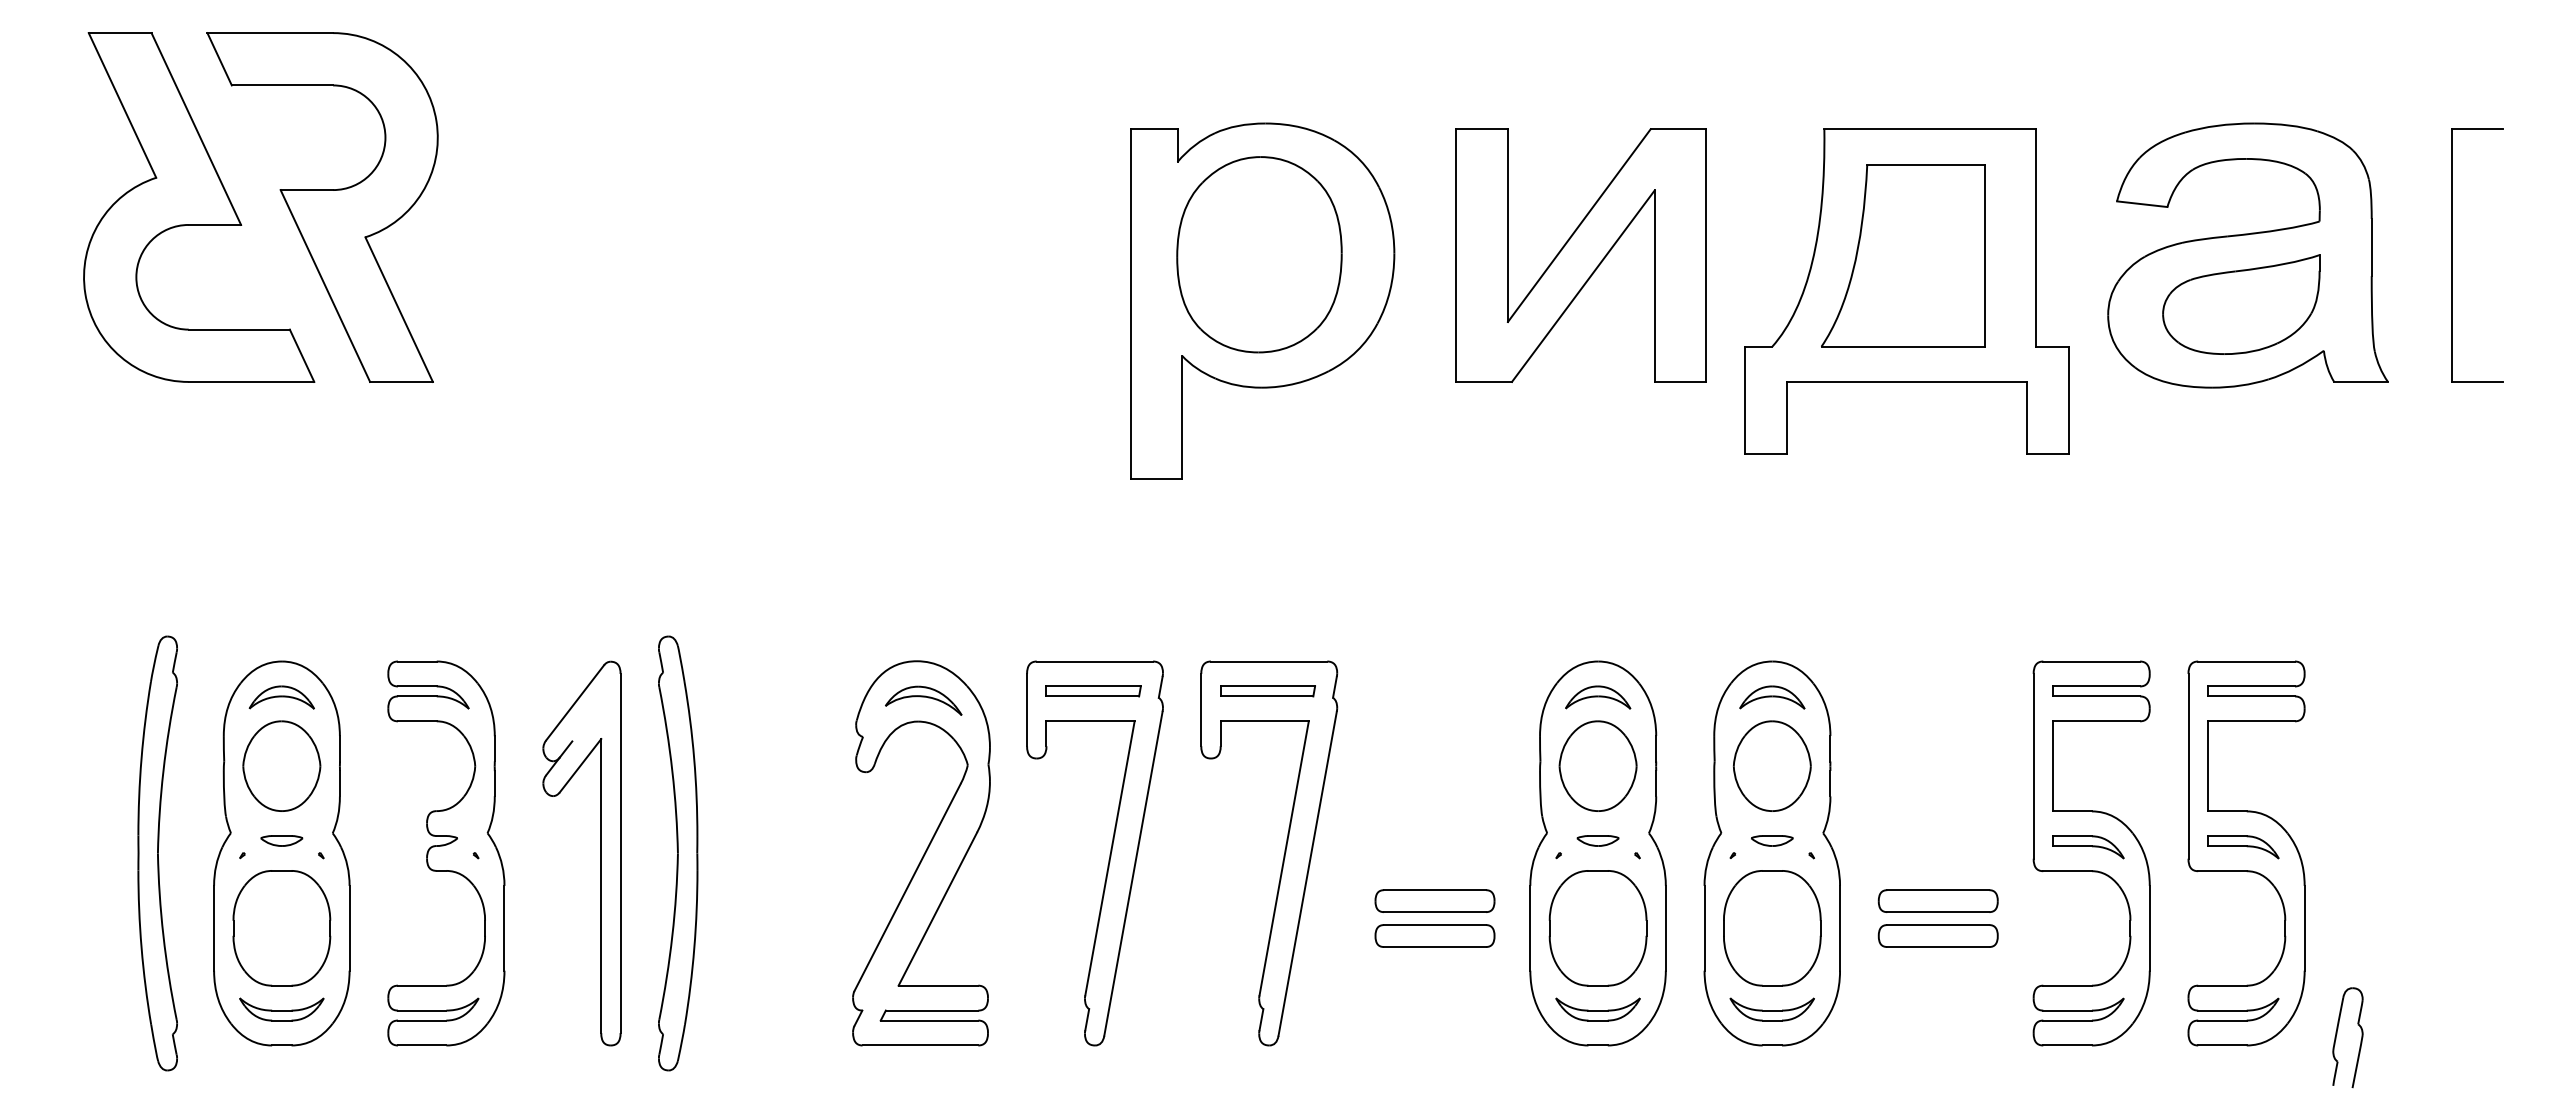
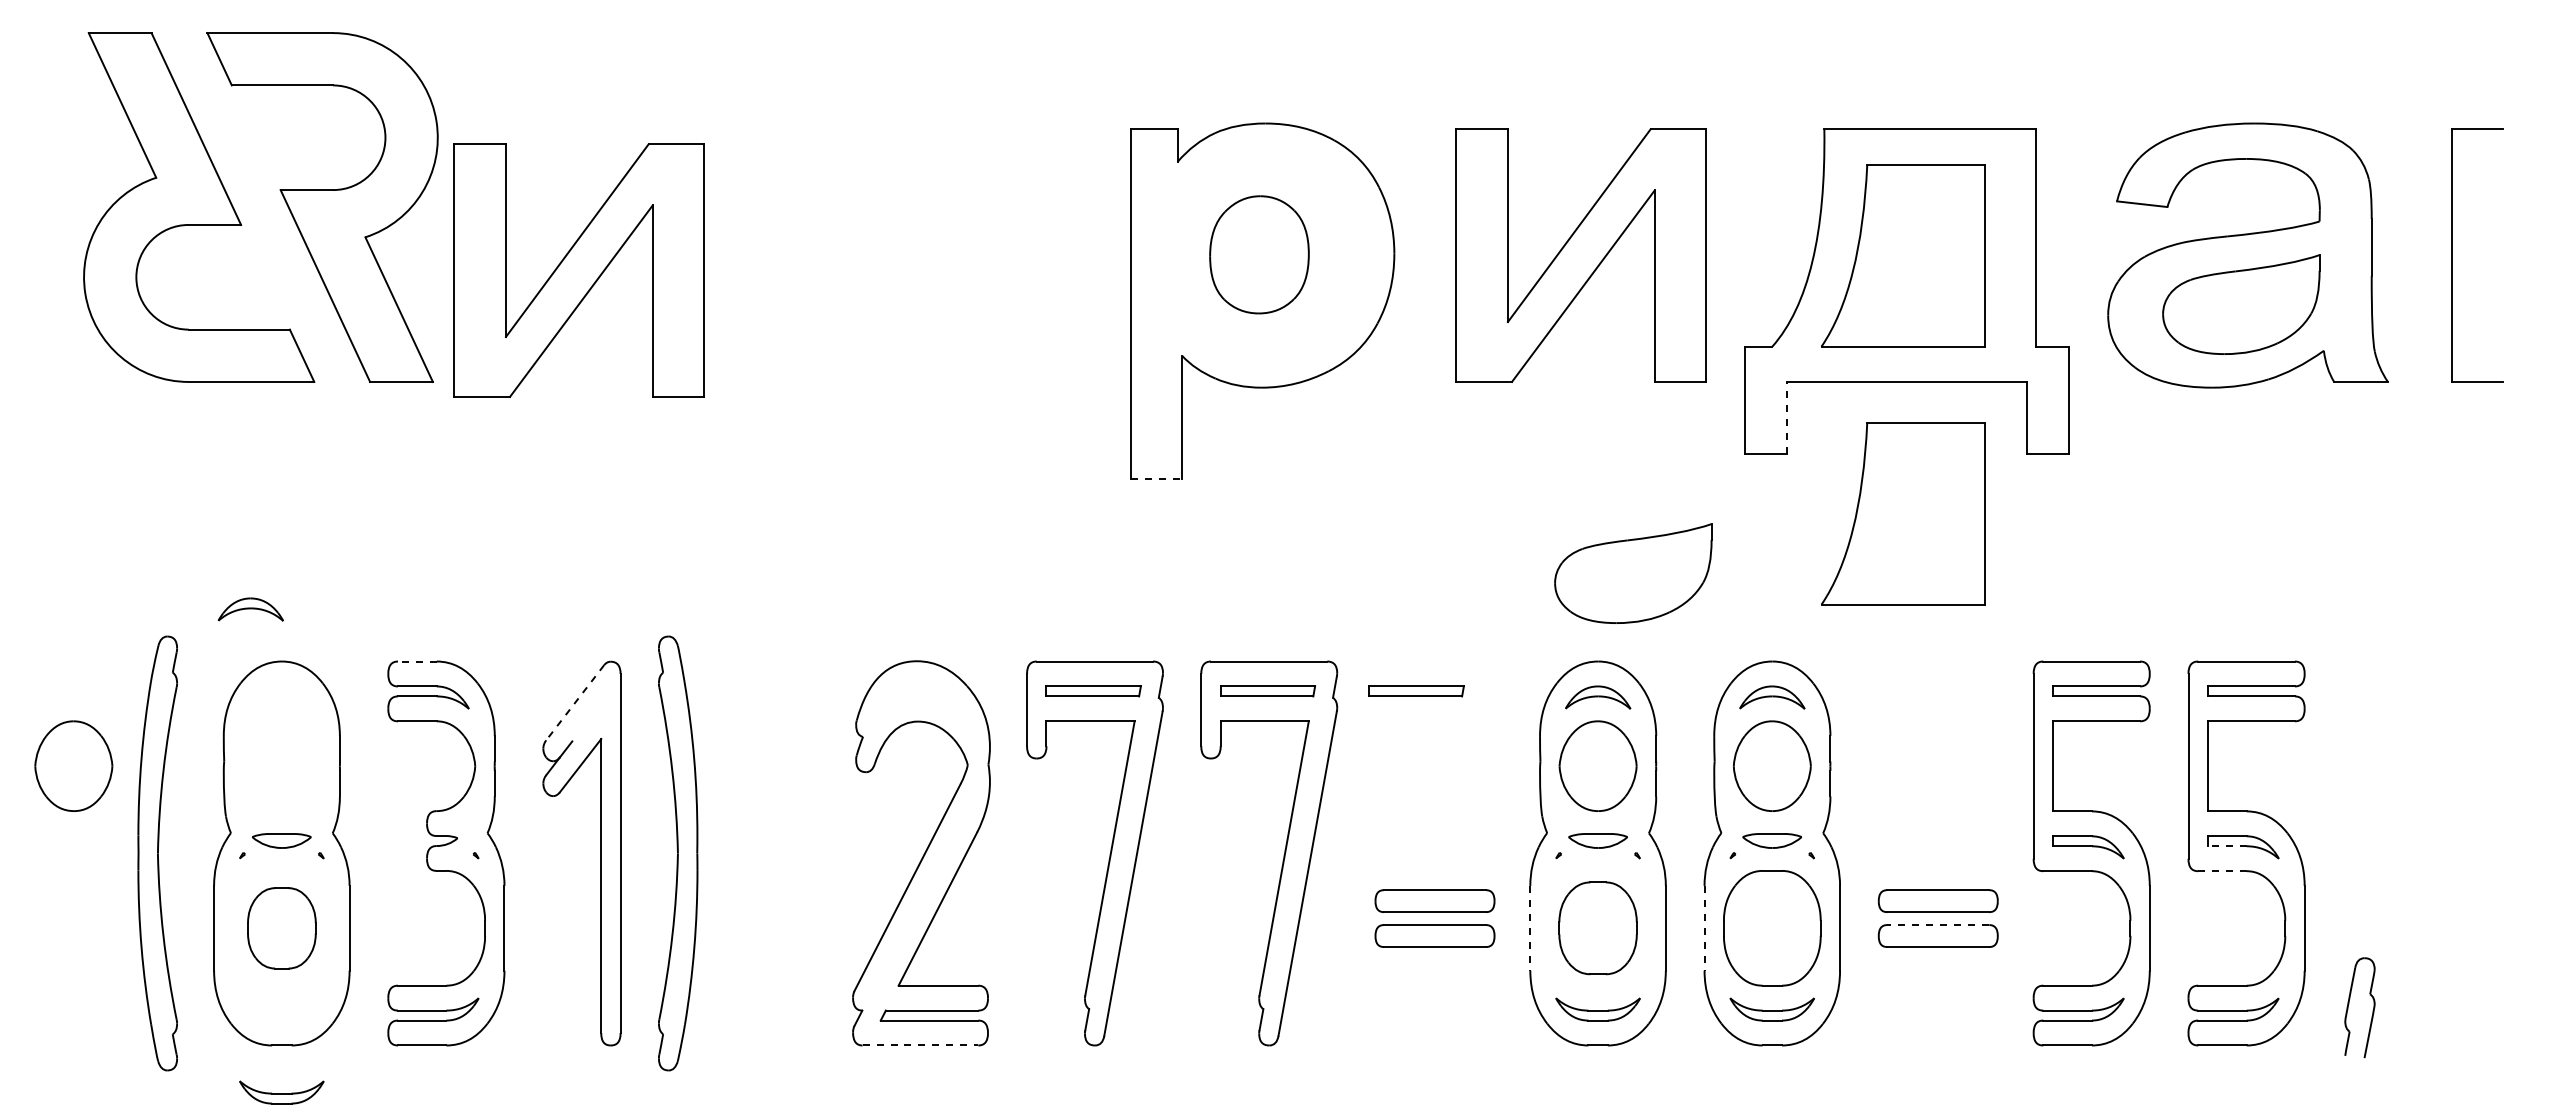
part at (1259, 254) size: 167x198 px -> 101x120 px
part at (578, 270): none -> present
line at (1787, 417): solid -> dashed
line at (1156, 478): solid -> dashed
part at (1903, 513): none -> present
part at (1633, 573): none -> present
line at (416, 661): solid -> dashed
part at (1416, 691): none -> present
part at (281, 697) position: (281, 697) -> (250, 609)
part at (923, 700): present -> none
line at (574, 703): solid -> dashed
part at (281, 765) position: (281, 765) -> (73, 765)
part at (281, 840) size: 44x12 px -> 60x16 px
part at (1597, 840) size: 44x12 px -> 60x16 px
part at (1772, 840) size: 43x12 px -> 60x16 px
line at (2226, 846): solid -> dashed
line at (2222, 871): solid -> dashed
line at (1937, 925): solid -> dashed
part at (281, 928) size: 100x117 px -> 70x83 px
line at (1530, 928): solid -> dashed
part at (1597, 928) size: 100x117 px -> 80x95 px
line at (1704, 928): solid -> dashed
part at (281, 1009) position: (281, 1009) -> (281, 1092)
part at (2337, 1034) position: (2337, 1034) -> (2349, 1004)
line at (920, 1045): solid -> dashed
